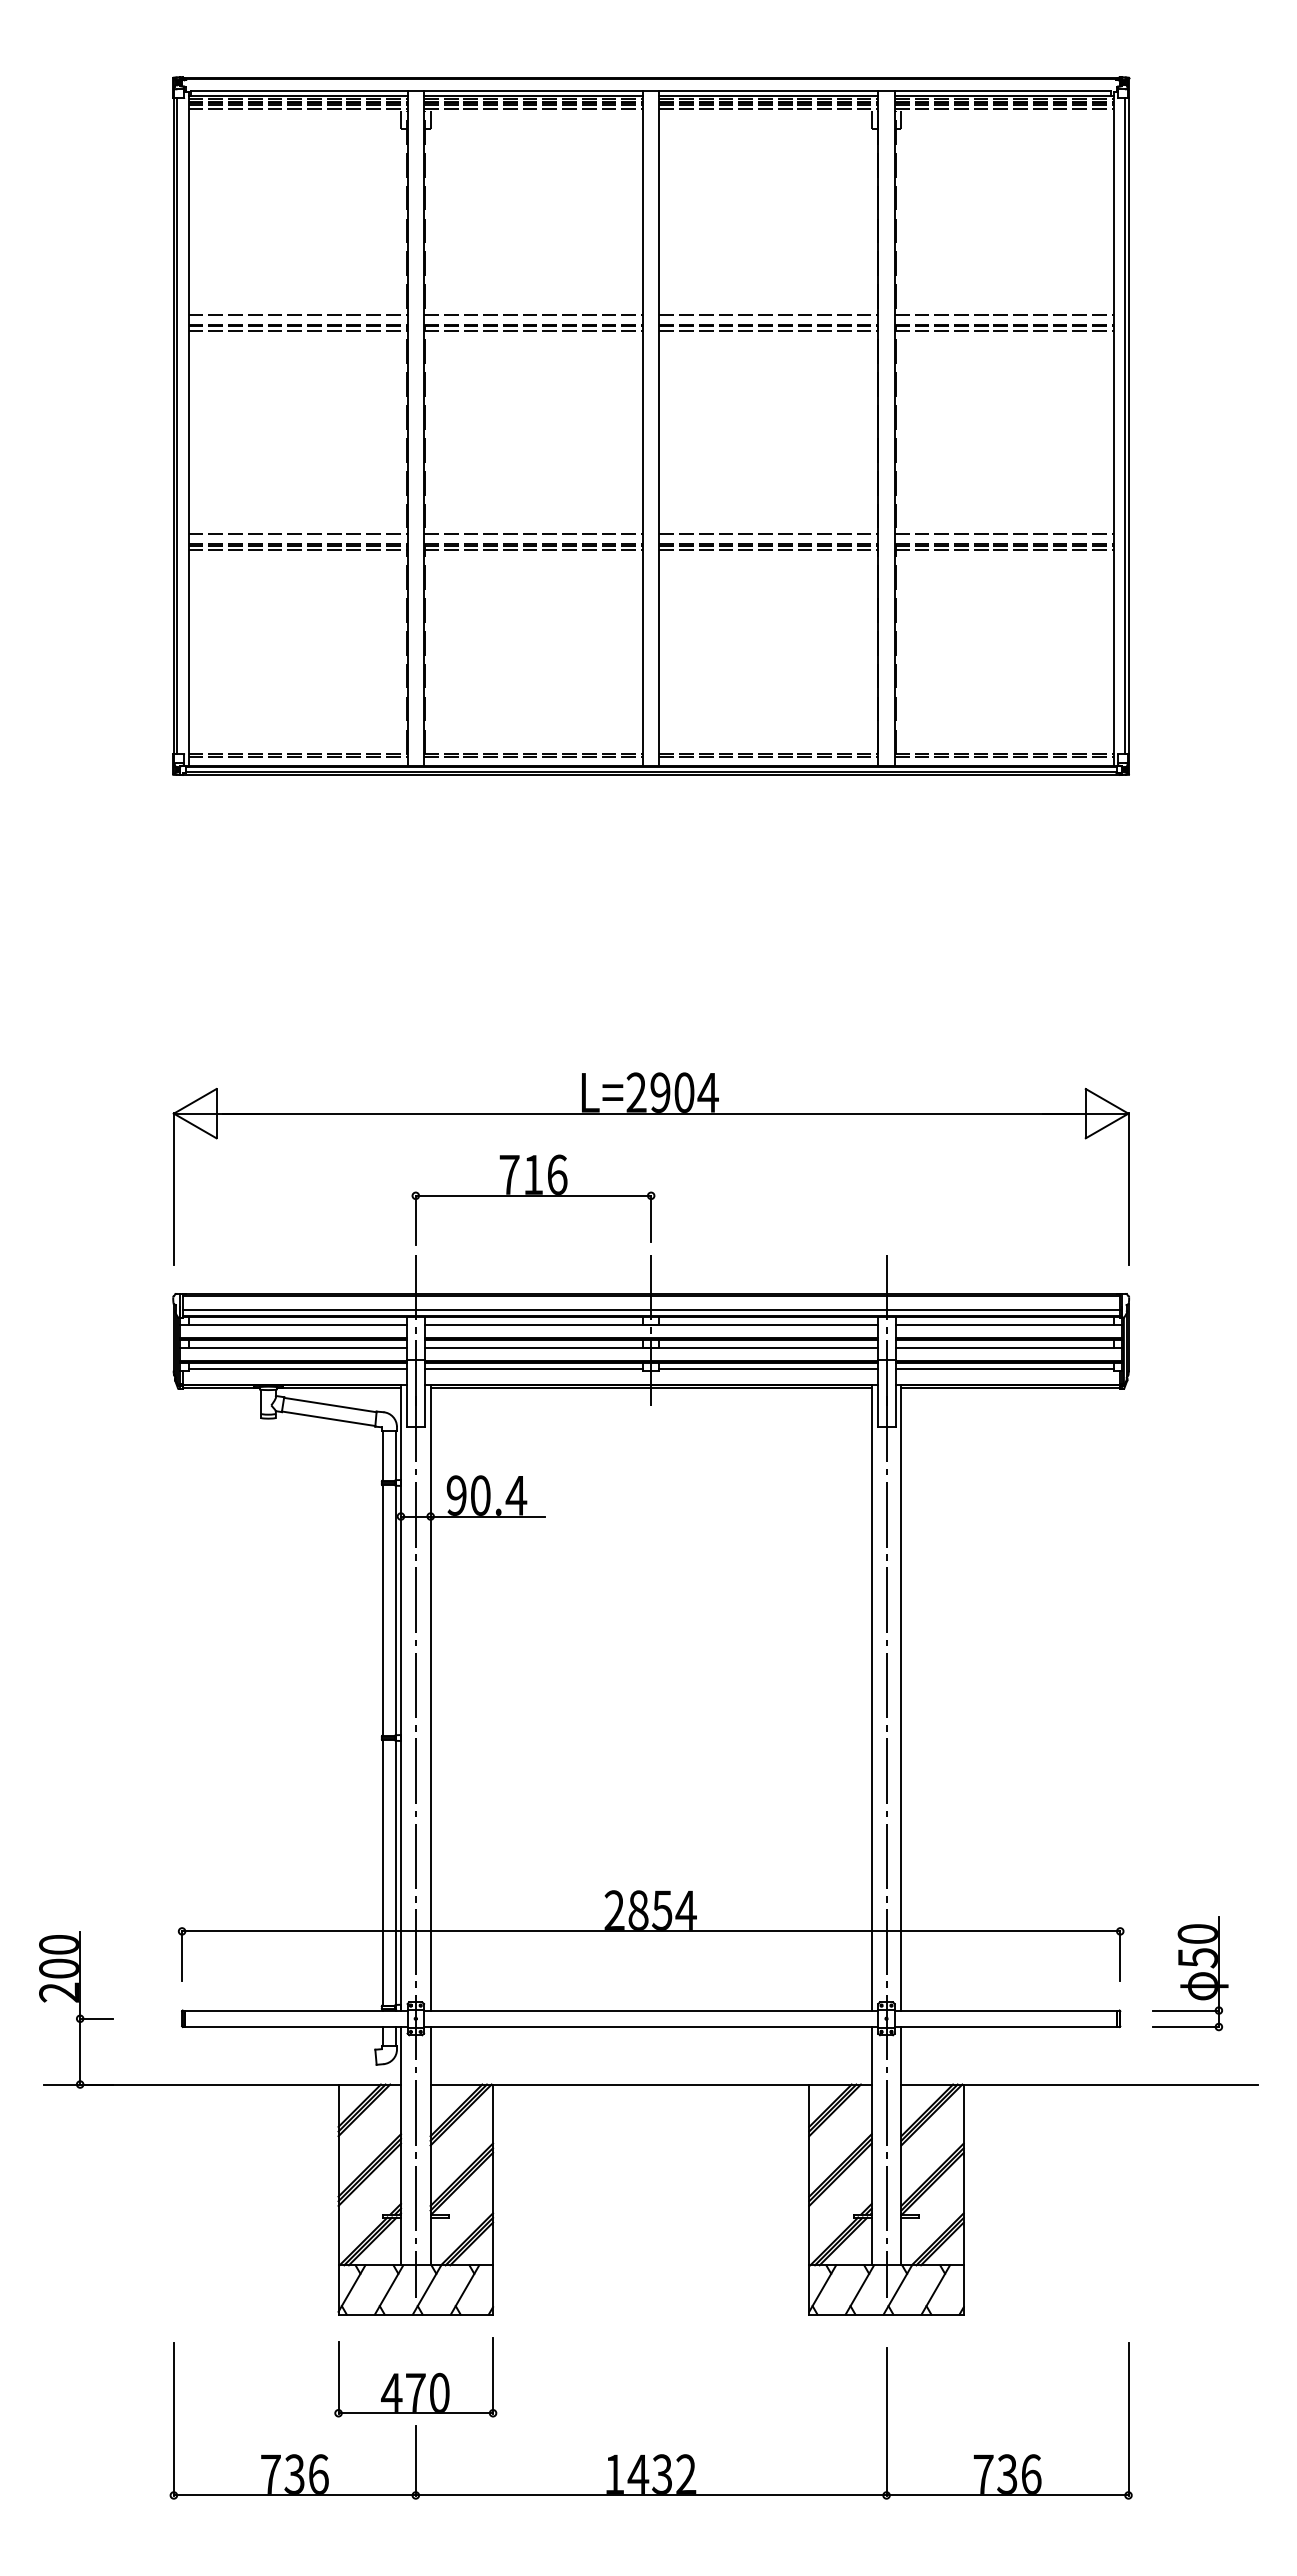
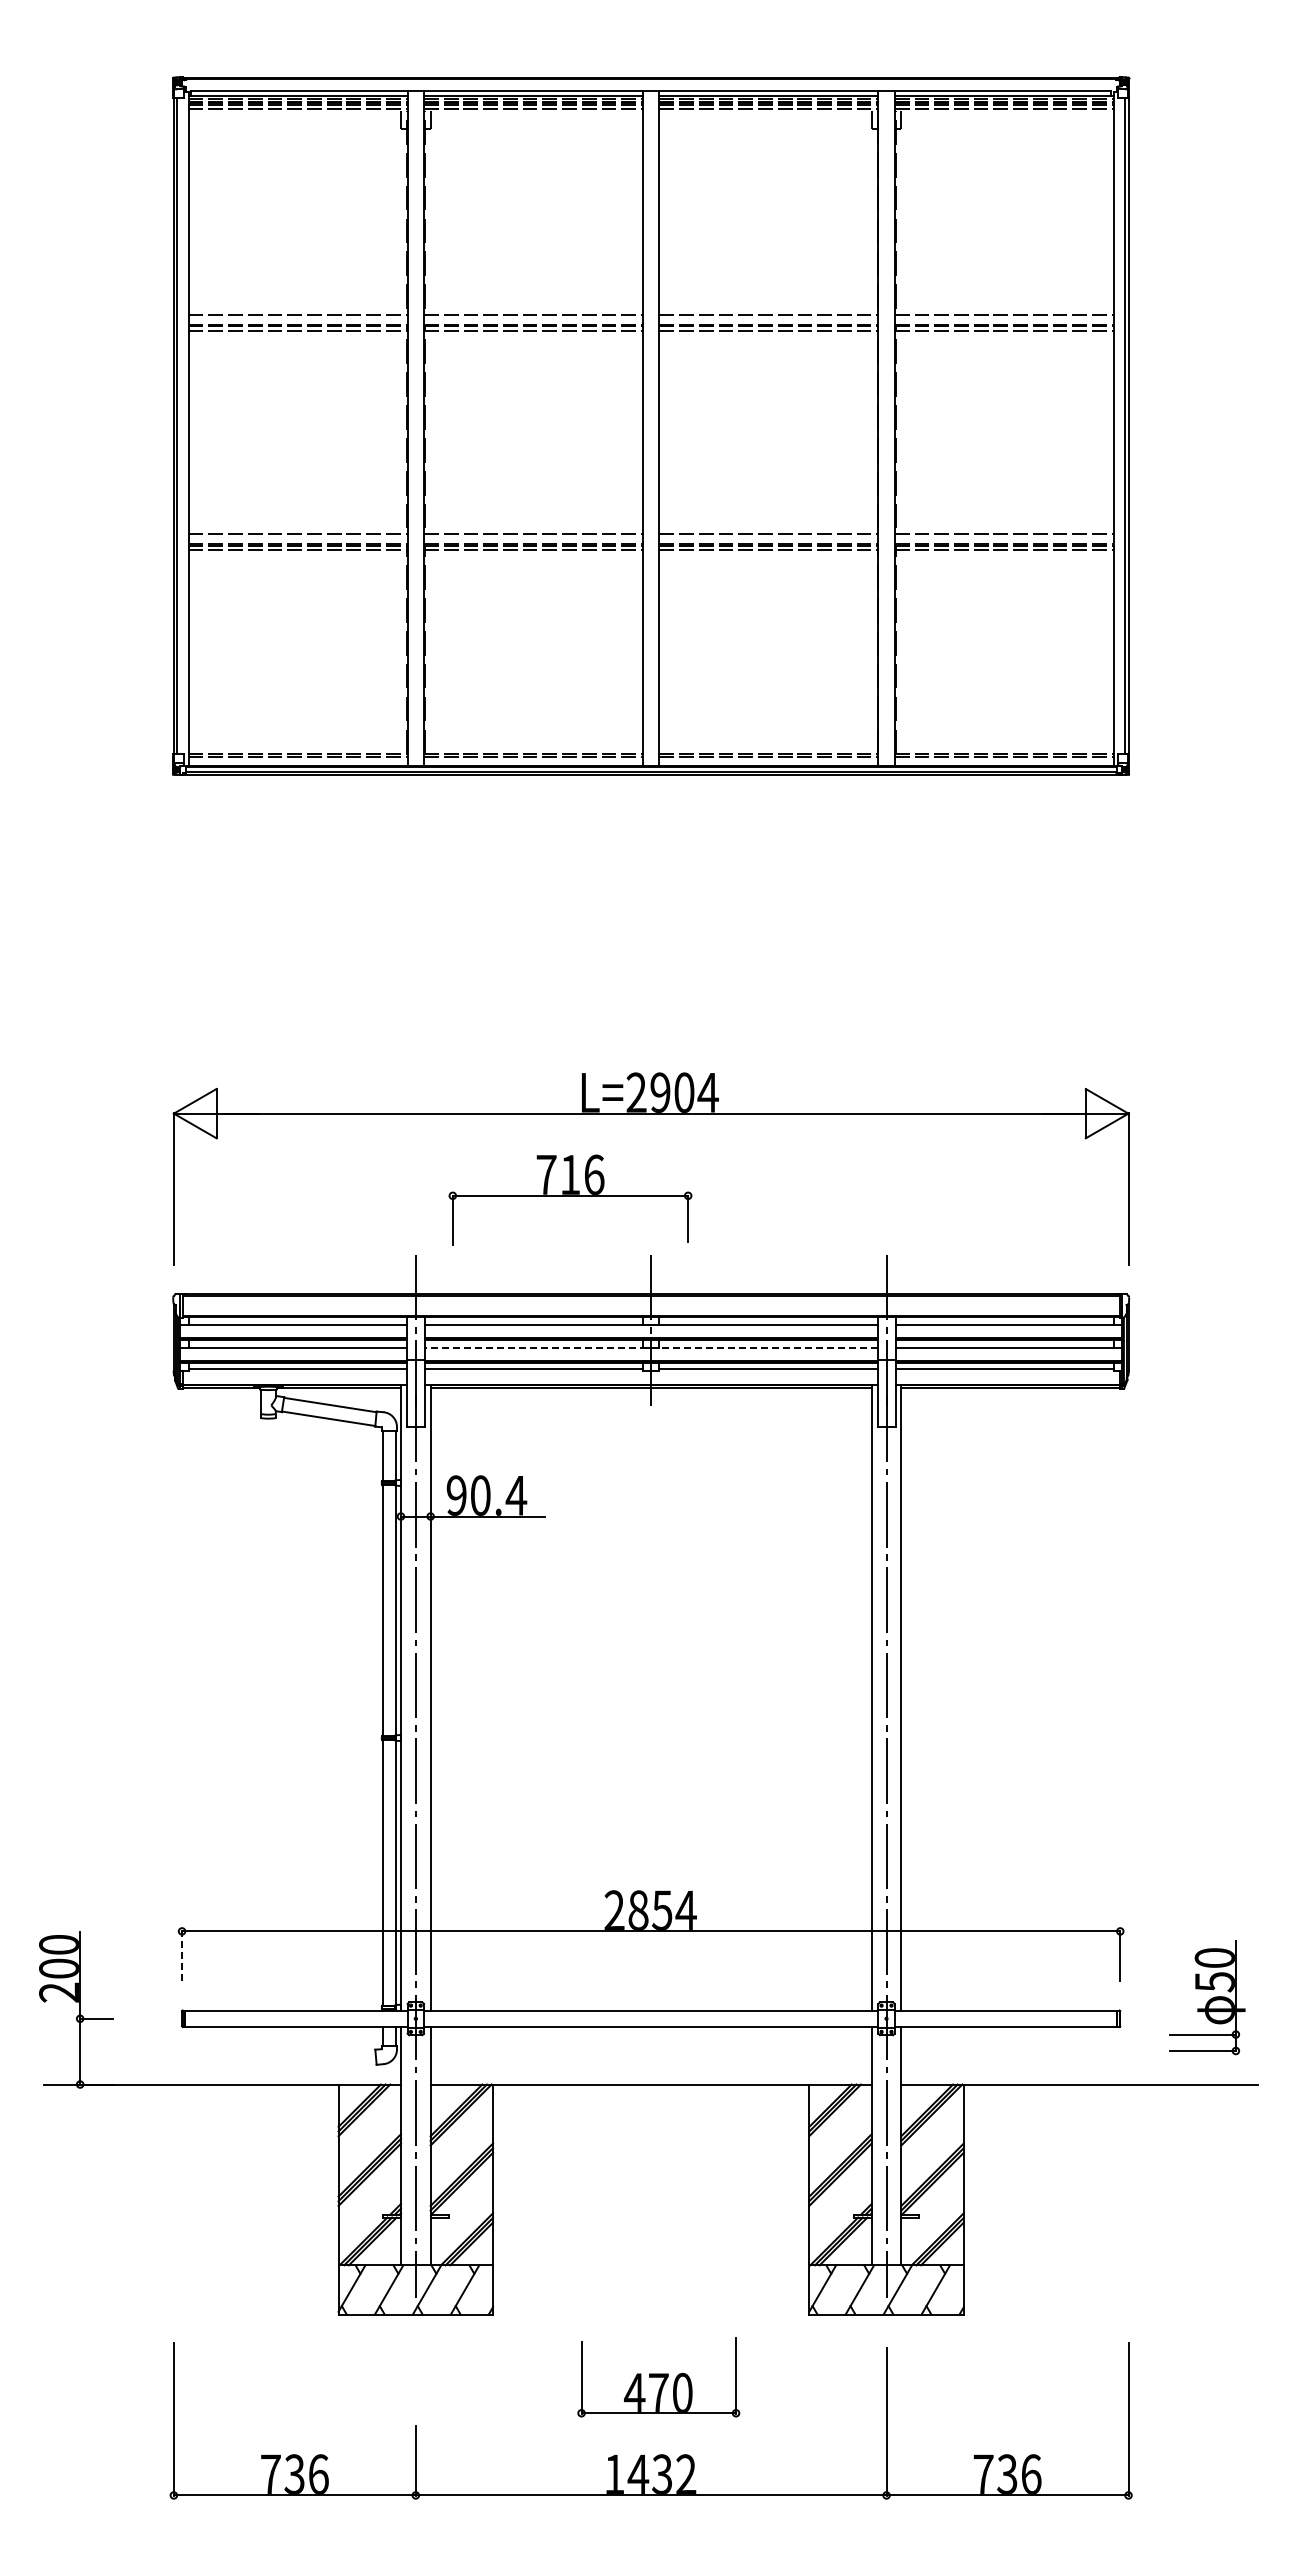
part at (533, 1199) position: (533, 1199) -> (570, 1199)
line at (650, 1310): present -> none
line at (650, 1347): solid -> dashed
line at (182, 1956): solid -> dashed
part at (1190, 1973) position: (1190, 1973) -> (1207, 1997)
part at (415, 2377) position: (415, 2377) -> (658, 2377)
